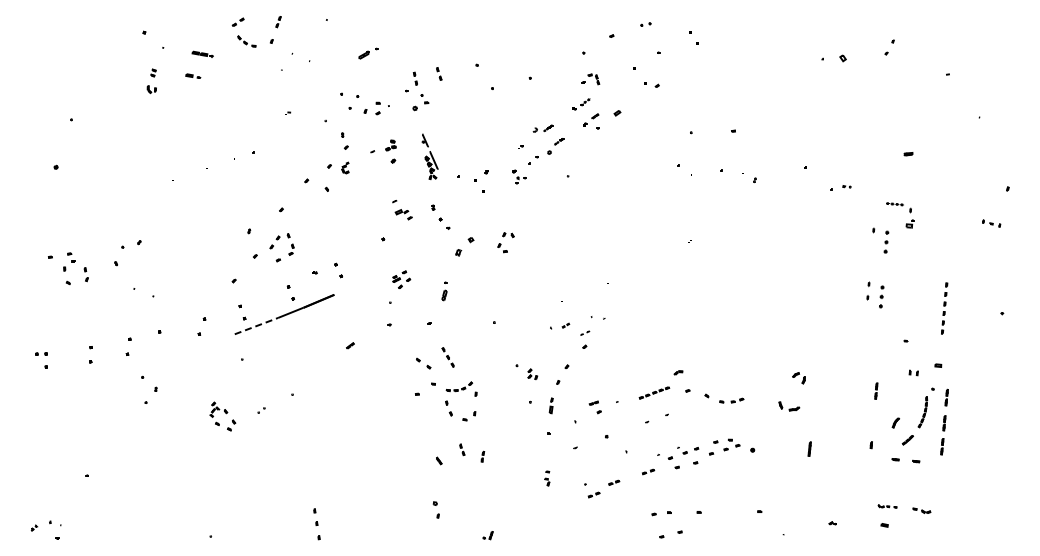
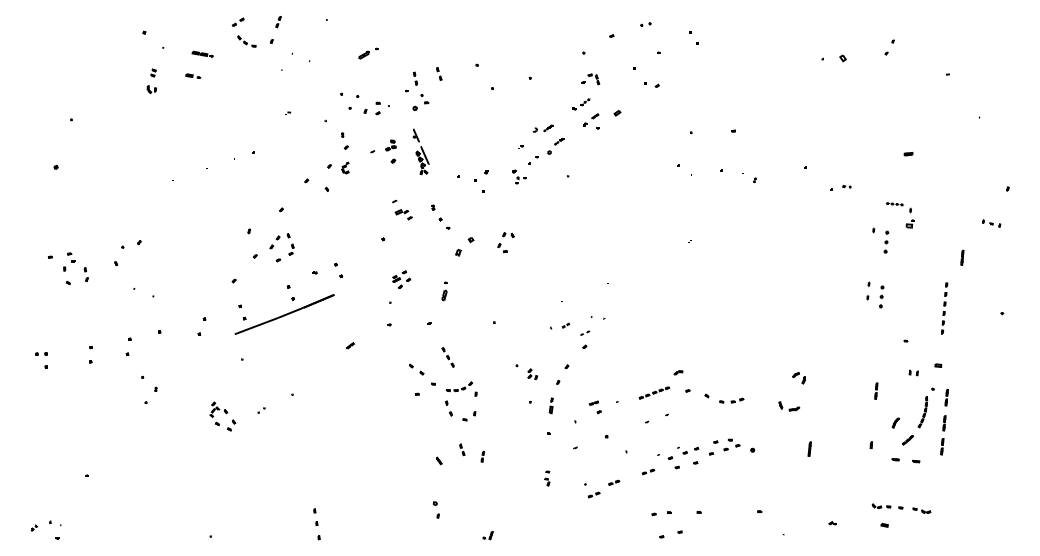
part at (429, 156) position: (429, 156) -> (420, 151)
part at (962, 257): none -> present
line at (256, 325): dashed -> solid
part at (423, 363) position: (423, 363) -> (416, 369)
part at (887, 506) size: 21x5 px -> 33x7 px
